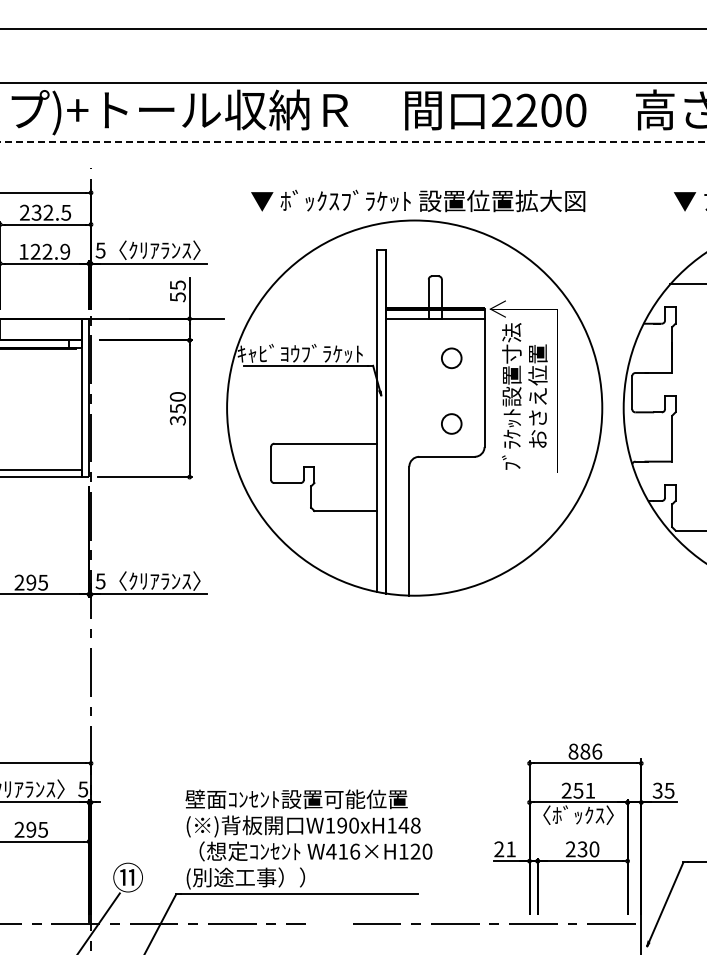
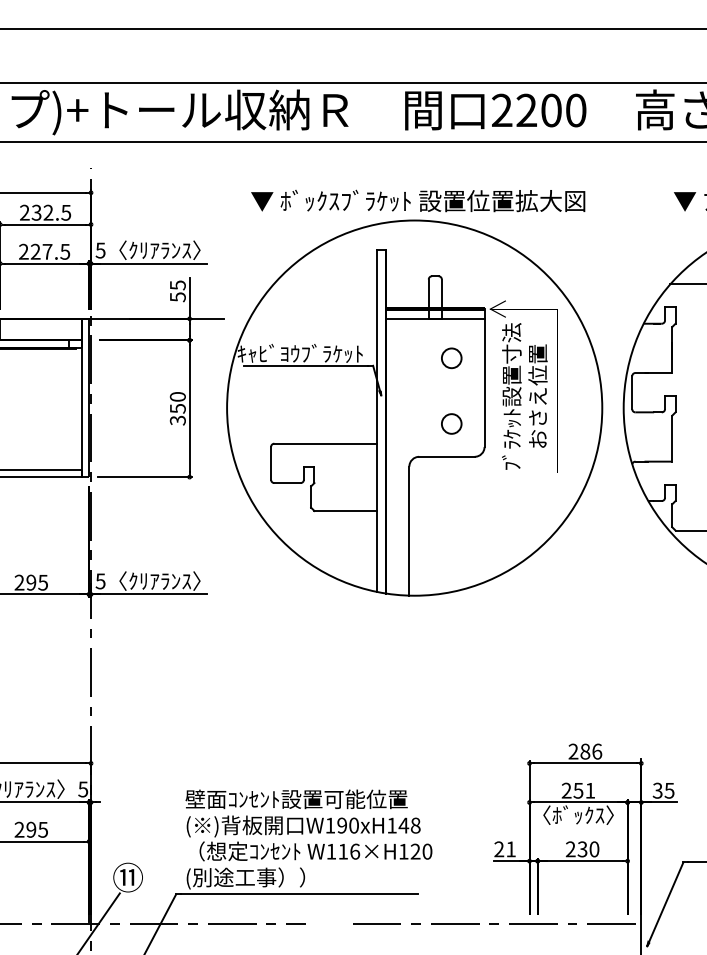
line at (353, 142): dashed -> solid
text at (44, 251): 122.9 -> 227.5
text at (573, 751): 886 -> 286
text at (331, 851): W416×H120 -> W116×H120
